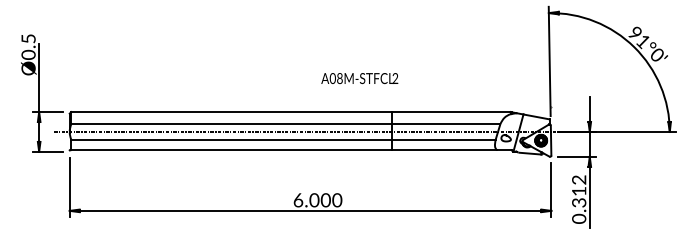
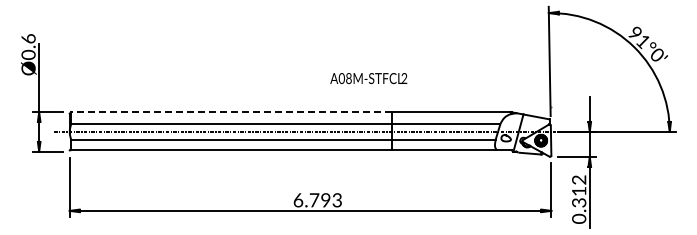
text at (28, 38): Ø0.5 -> Ø0.6
text at (359, 78) position: (359, 78) -> (368, 78)
line at (231, 112): solid -> dashed
text at (325, 200): 6.000 -> 6.793
